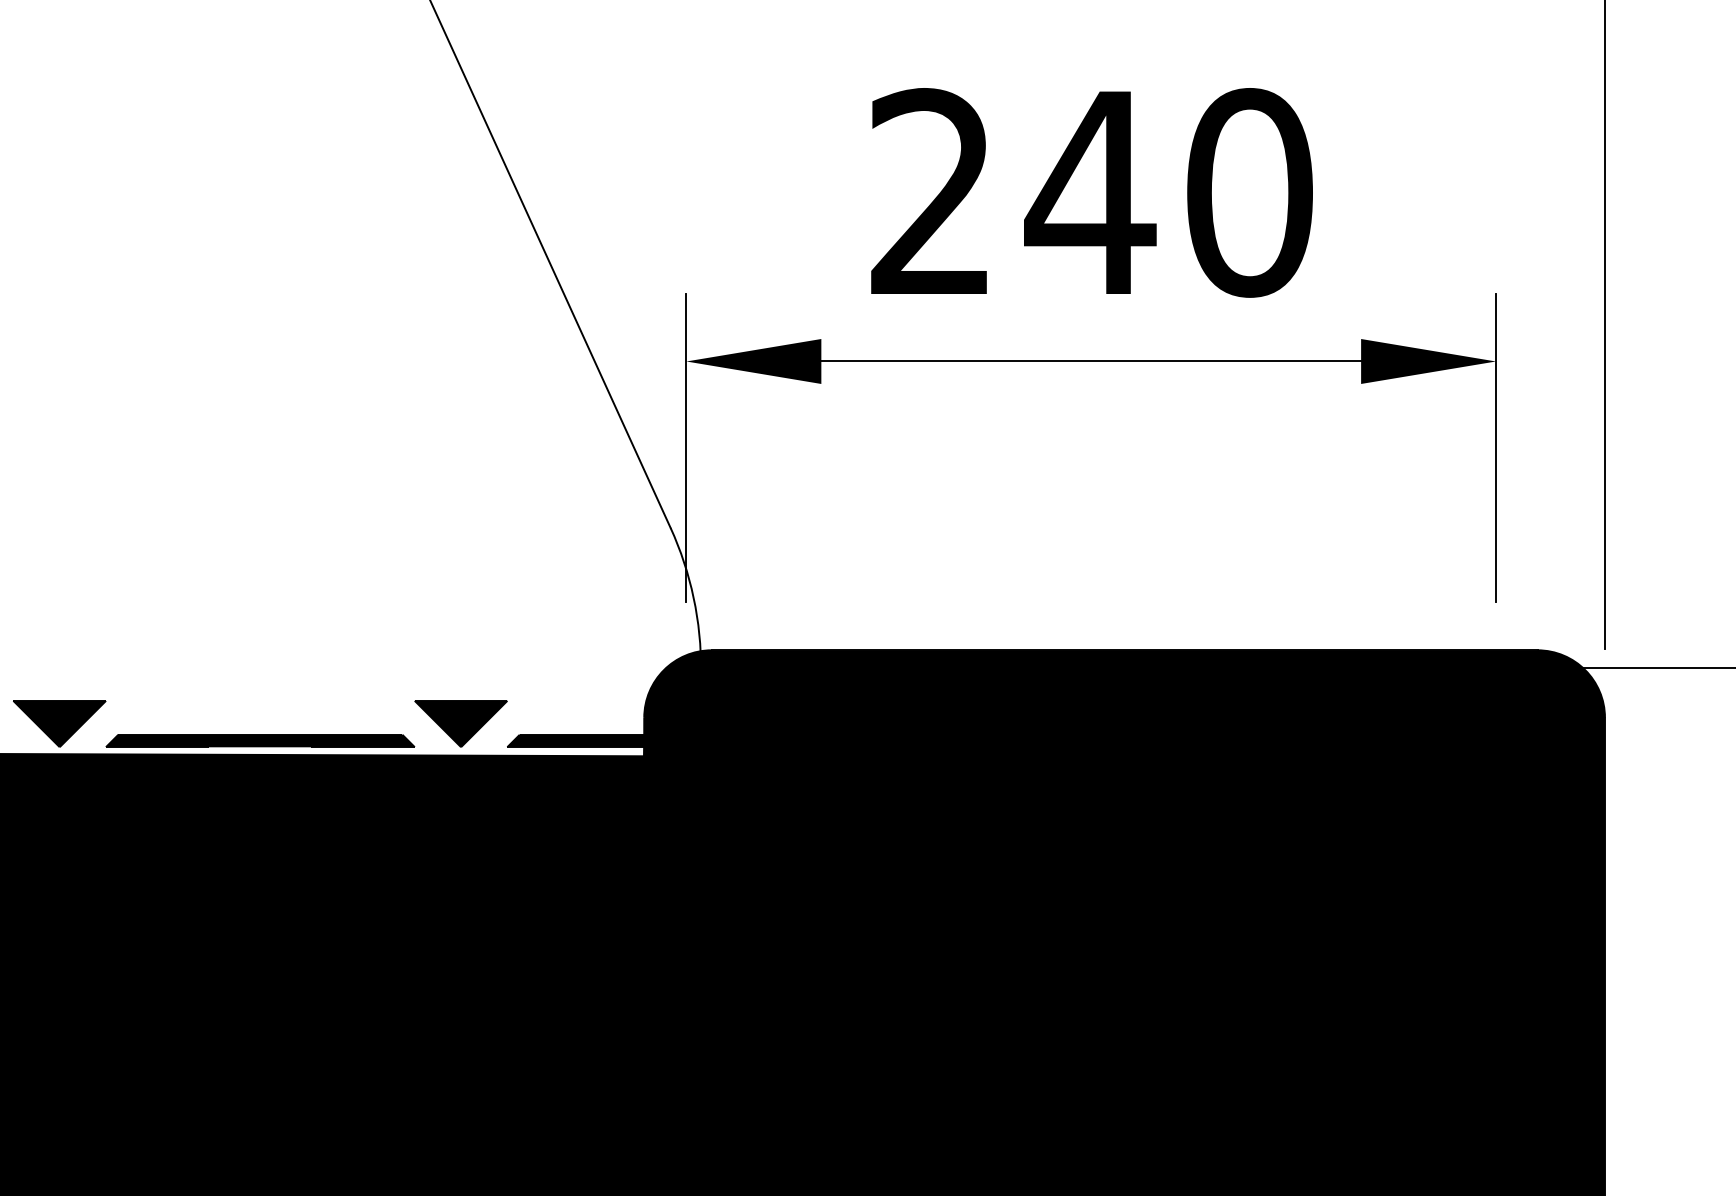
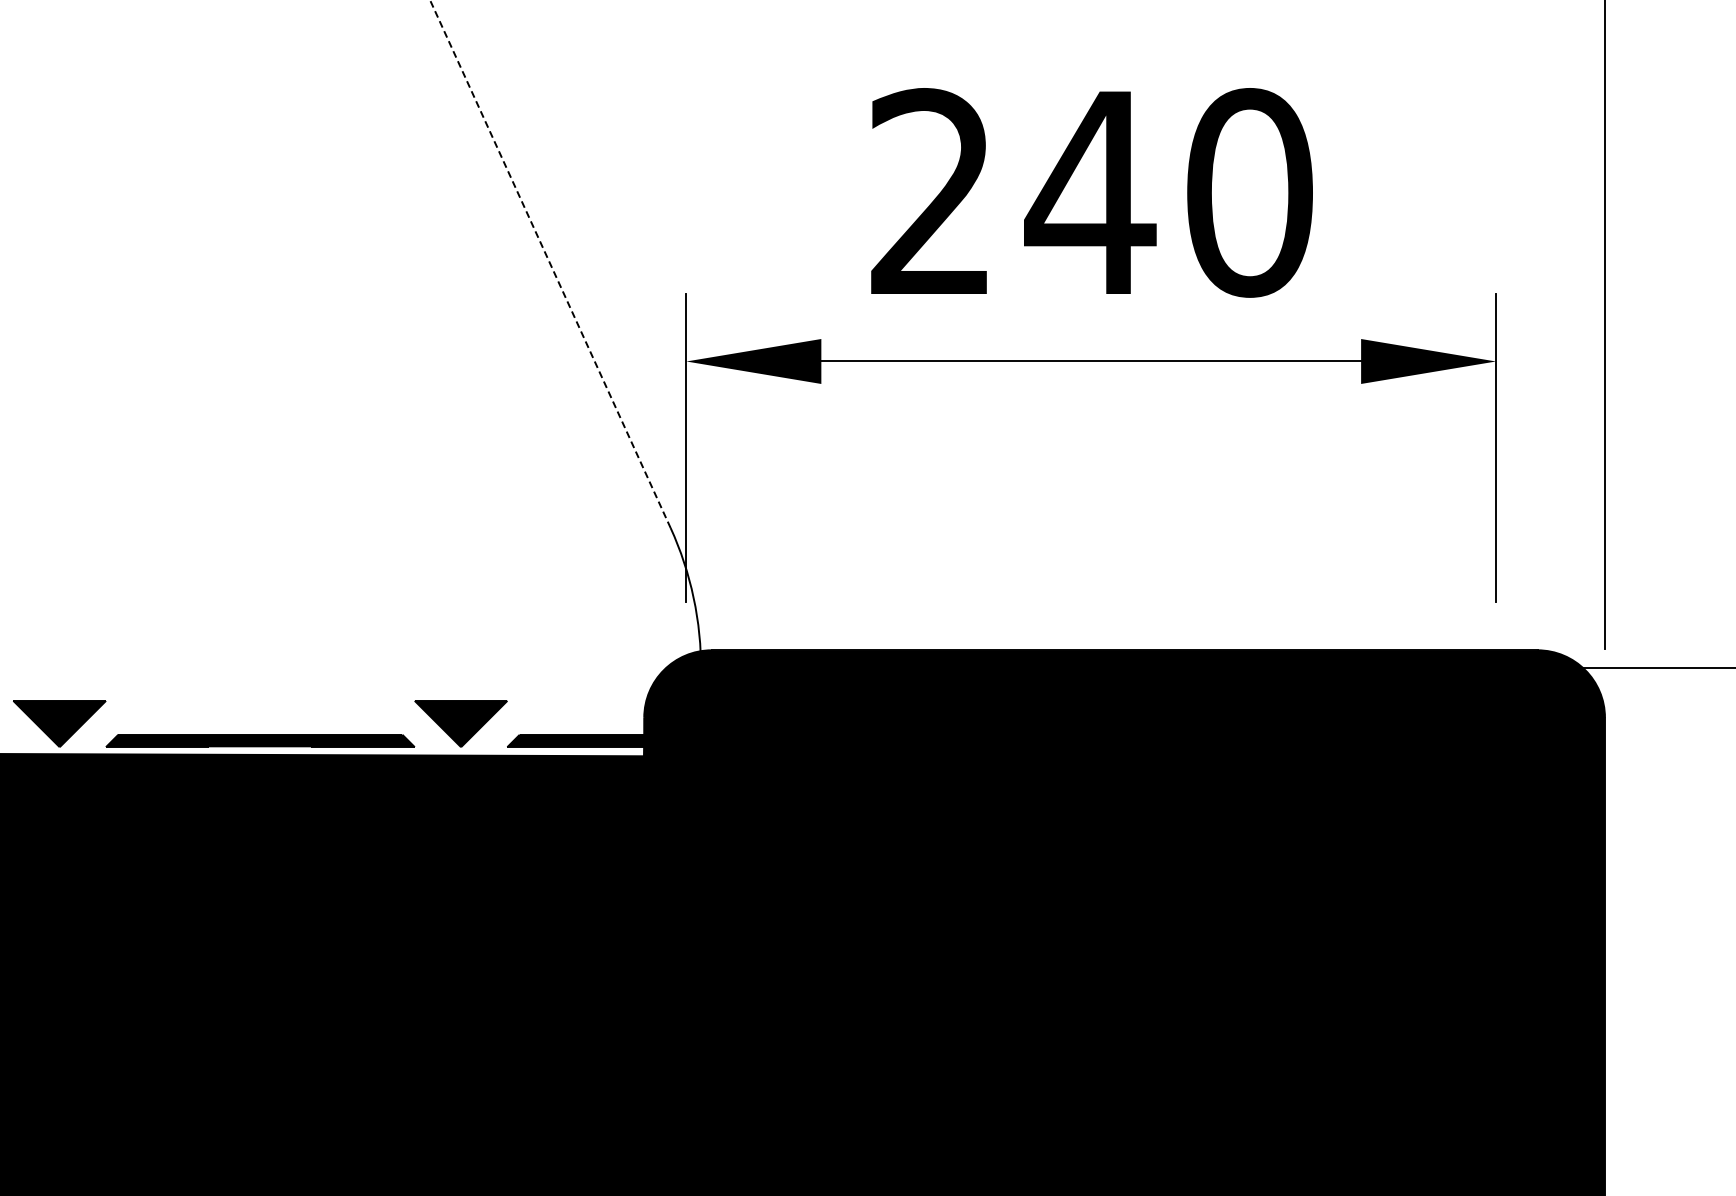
line at (550, 264): solid -> dashed
